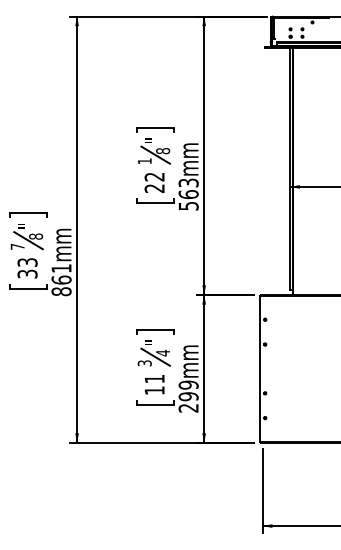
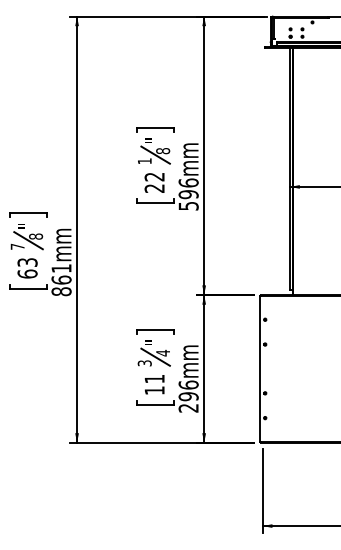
text at (188, 188): 563mm -> 596mm
text at (27, 273): 33 -> 63
text at (188, 384): 299mm -> 296mm
